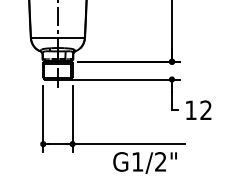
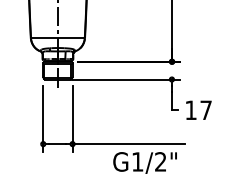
text at (205, 109): 12 -> 17
